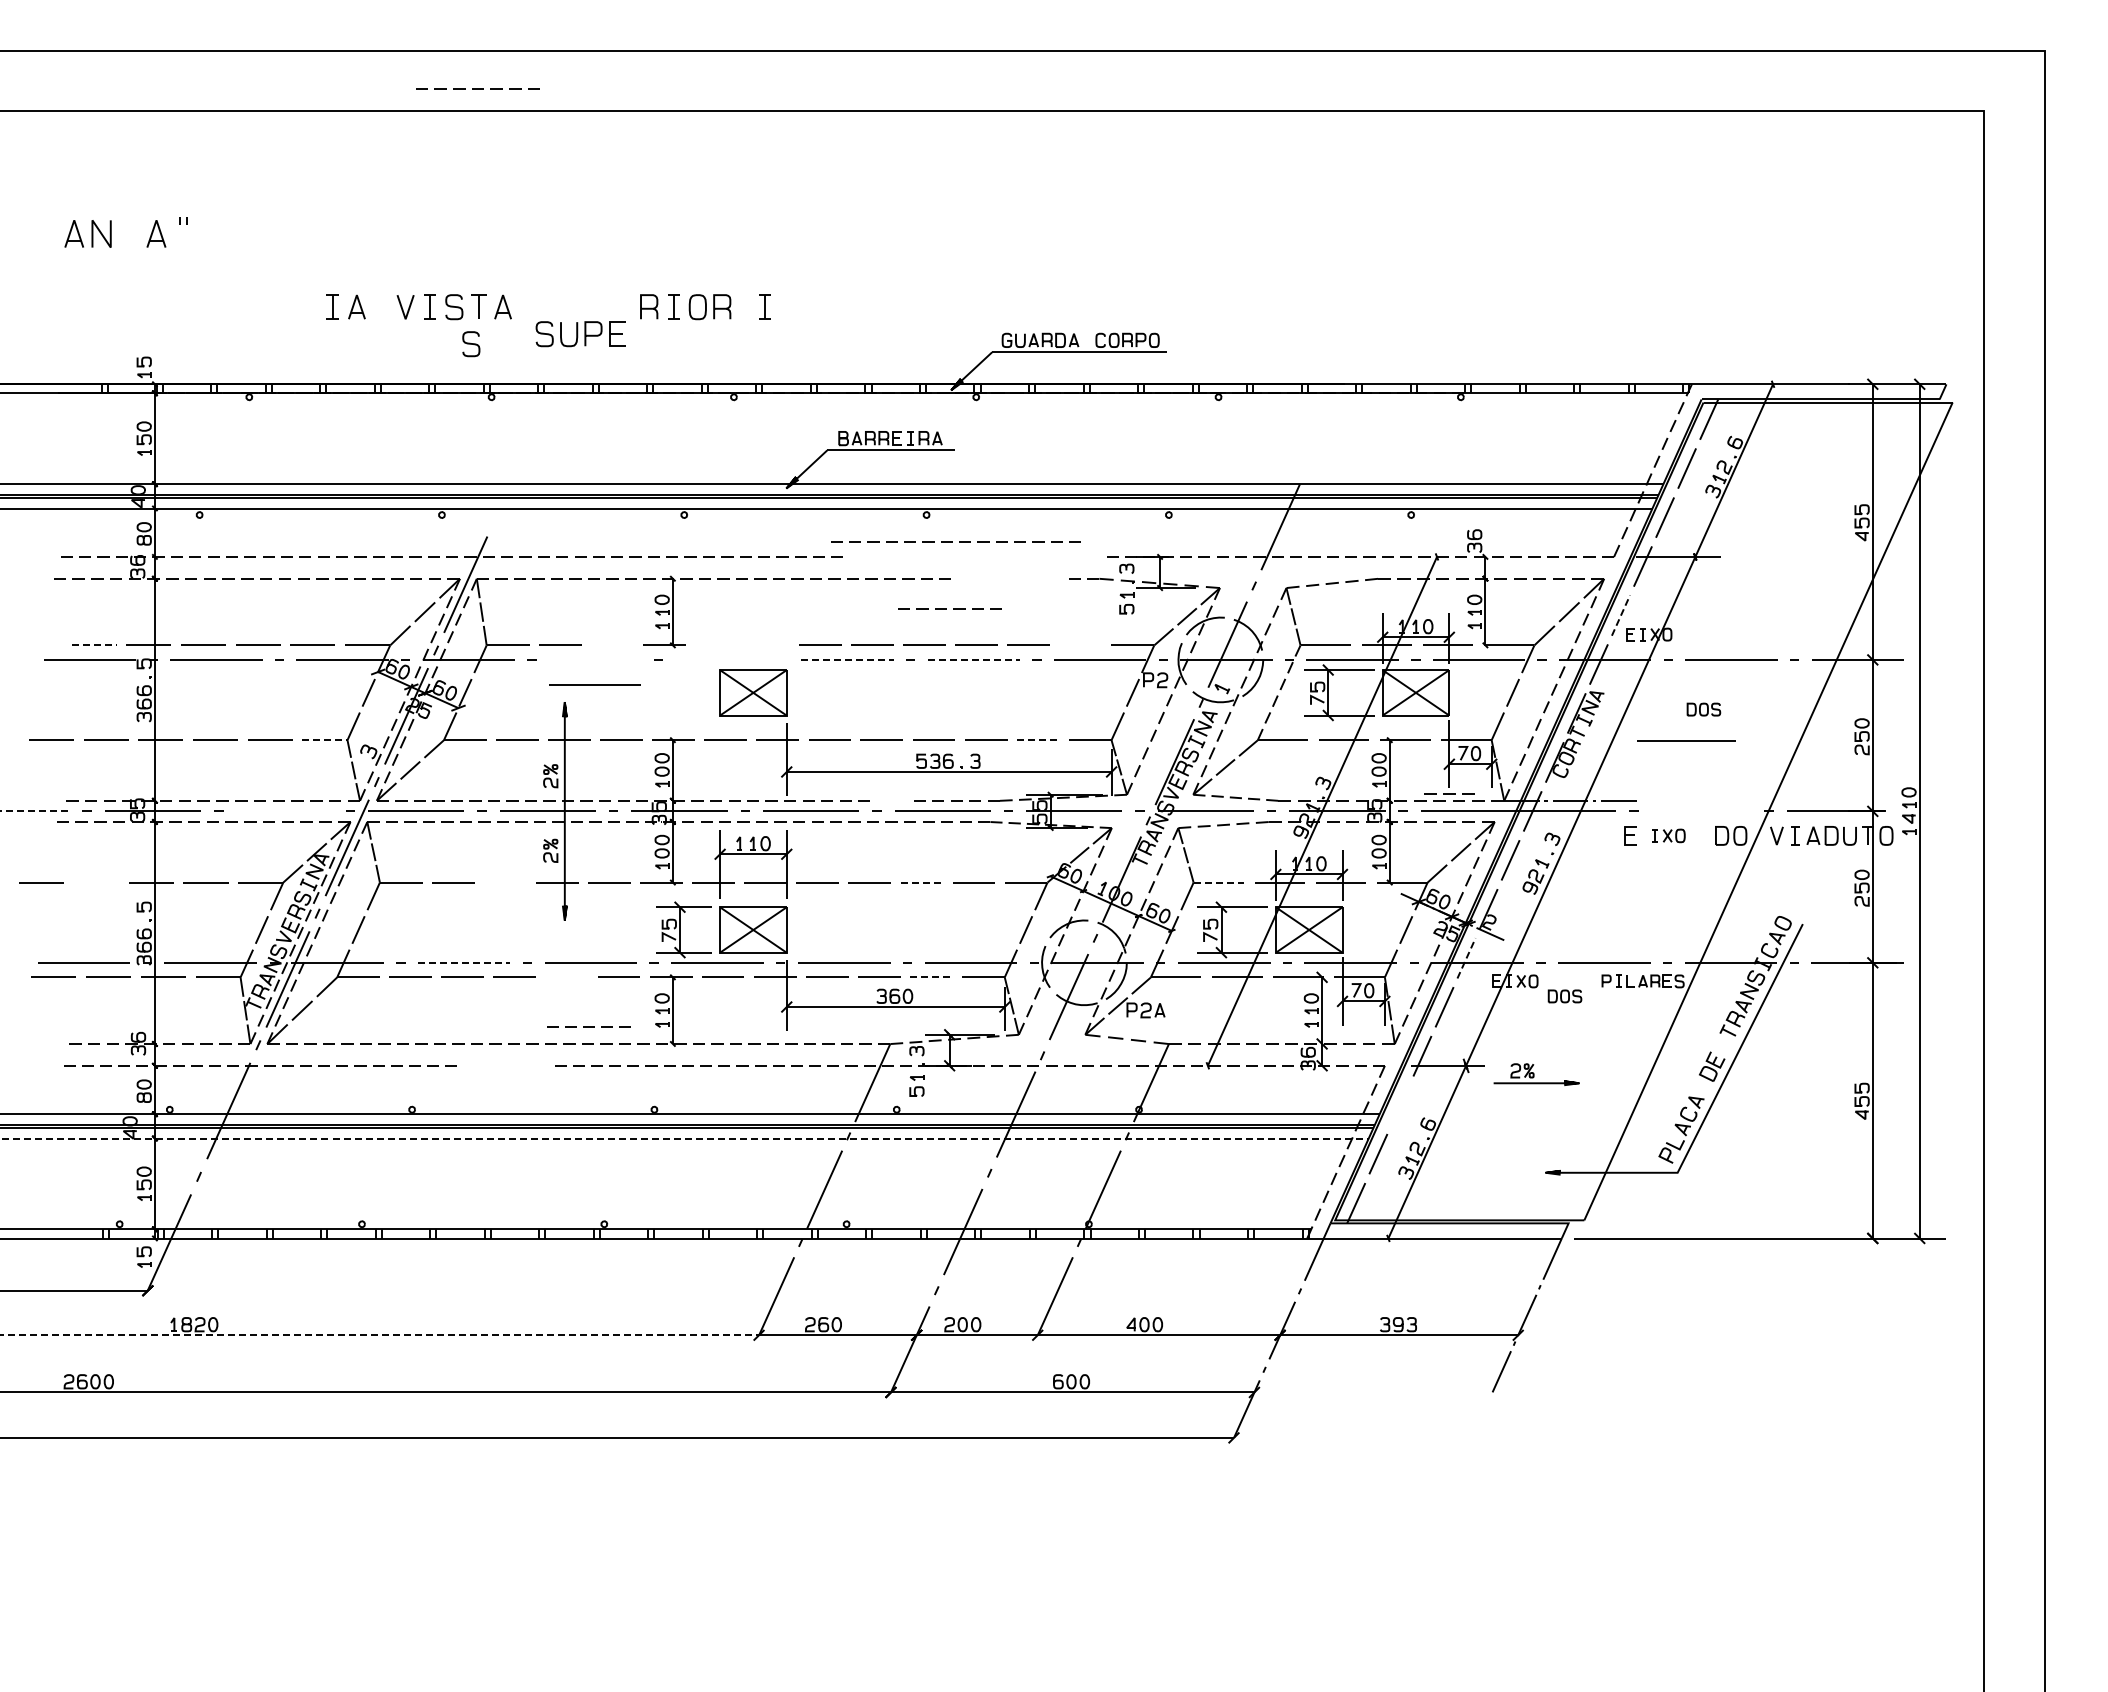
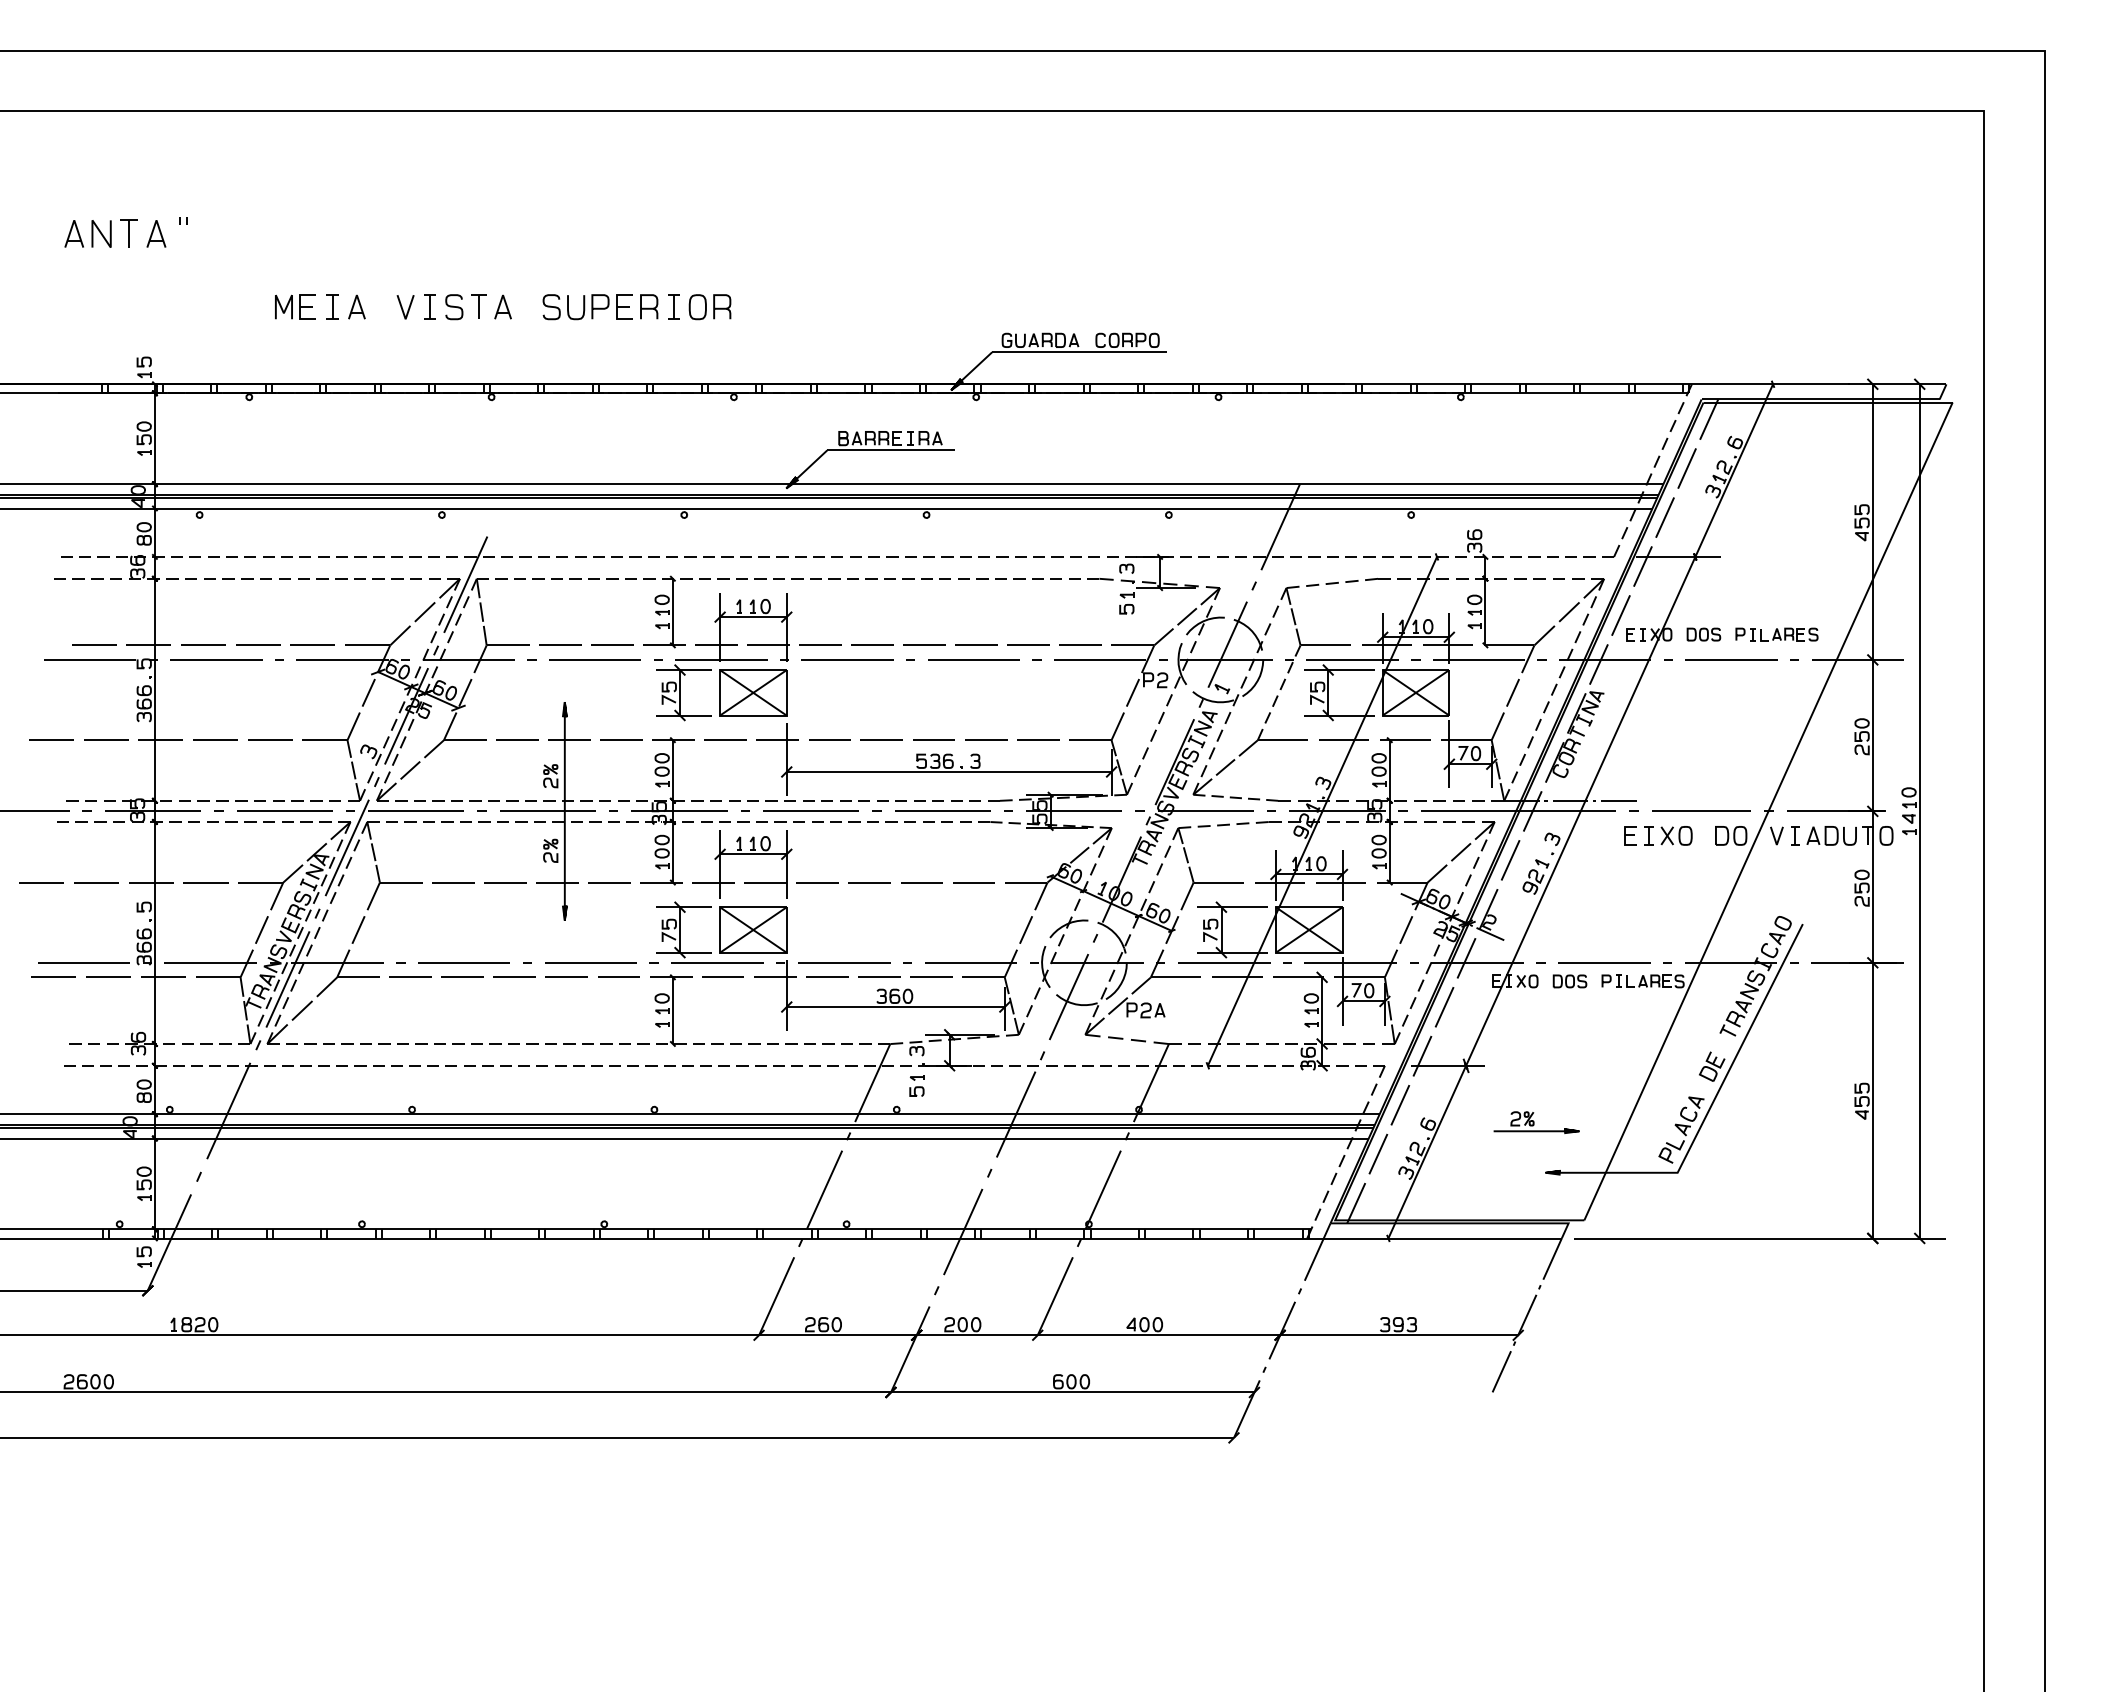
line at (477, 88): present -> none
part at (128, 233): none -> present
part at (295, 306): none -> present
part at (764, 306): present -> none
part at (580, 334) position: (580, 334) -> (587, 307)
curve at (471, 344): present -> none
line at (952, 541) position: (952, 541) -> (971, 556)
line at (946, 608) position: (946, 608) -> (1006, 578)
line at (1621, 615): dashed -> solid
part at (1776, 634): none -> present
line at (612, 644): none -> present
line at (1080, 644): none -> present
line at (94, 645): dashed -> solid
part at (724, 657): none -> present
line at (848, 659): dashed -> solid
line at (974, 659): dashed -> solid
line at (594, 684) position: (594, 684) -> (594, 659)
part at (1703, 709) position: (1703, 709) -> (1703, 634)
line at (324, 740): dashed -> solid
line at (1038, 740): dashed -> solid
line at (1686, 740) position: (1686, 740) -> (1701, 810)
line at (1449, 793): present -> none
line at (888, 800): none -> present
line at (284, 810): none -> present
line at (34, 811): dashed -> solid
part at (1668, 835) size: 34x16 px -> 49x20 px
line at (96, 882): none -> present
line at (505, 882): none -> present
line at (922, 882): dashed -> solid
line at (1219, 882): dashed -> solid
line at (1466, 957): dashed -> solid
line at (464, 962): dashed -> solid
line at (566, 976): none -> present
line at (931, 977): dashed -> solid
part at (1564, 996) position: (1564, 996) -> (1569, 981)
line at (588, 1026) position: (588, 1026) -> (505, 1065)
part at (1536, 1074) position: (1536, 1074) -> (1536, 1122)
line at (1400, 1105): none -> present
line at (685, 1138): dashed -> solid
line at (380, 1335): dashed -> solid
